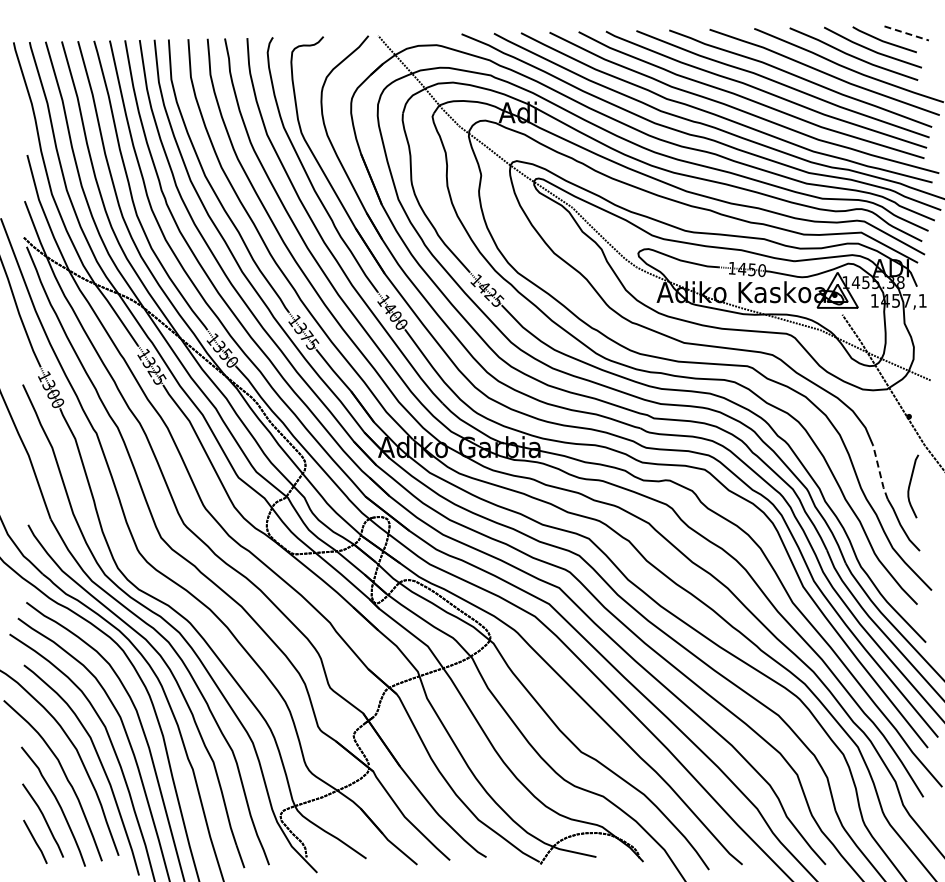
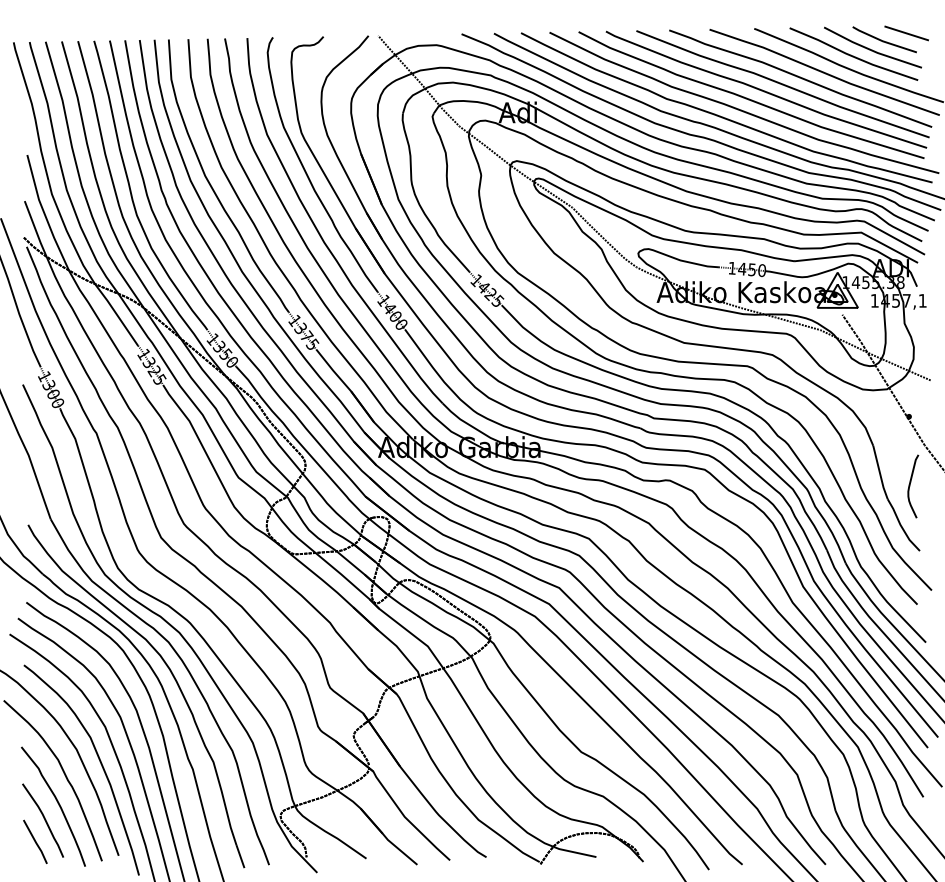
line at (907, 33): dashed -> solid
line at (880, 473): dashed -> solid
